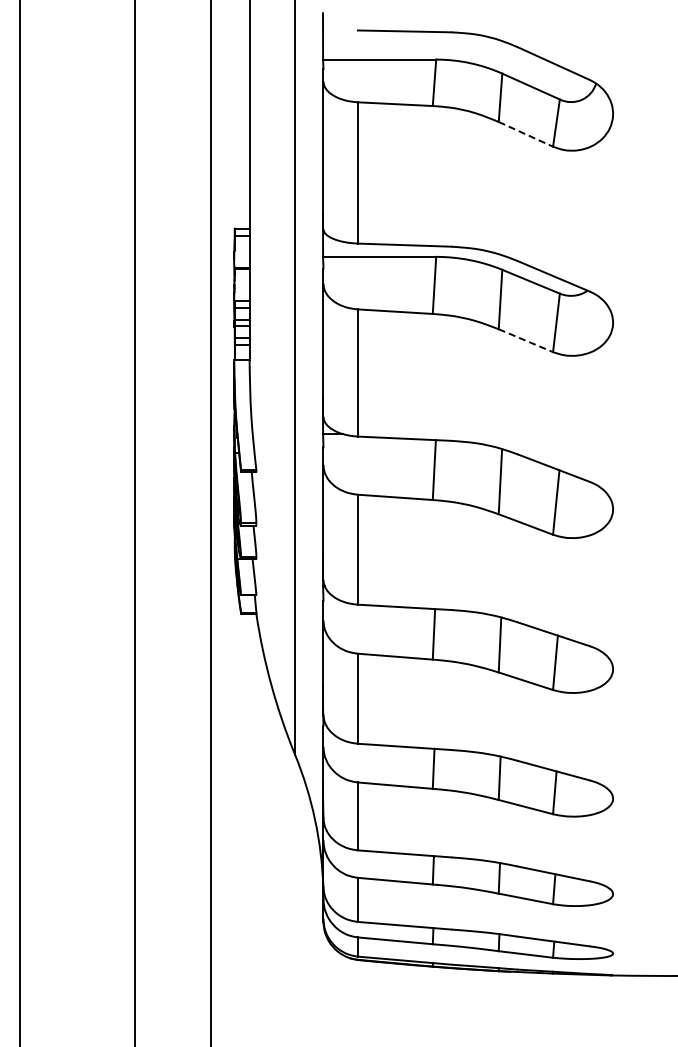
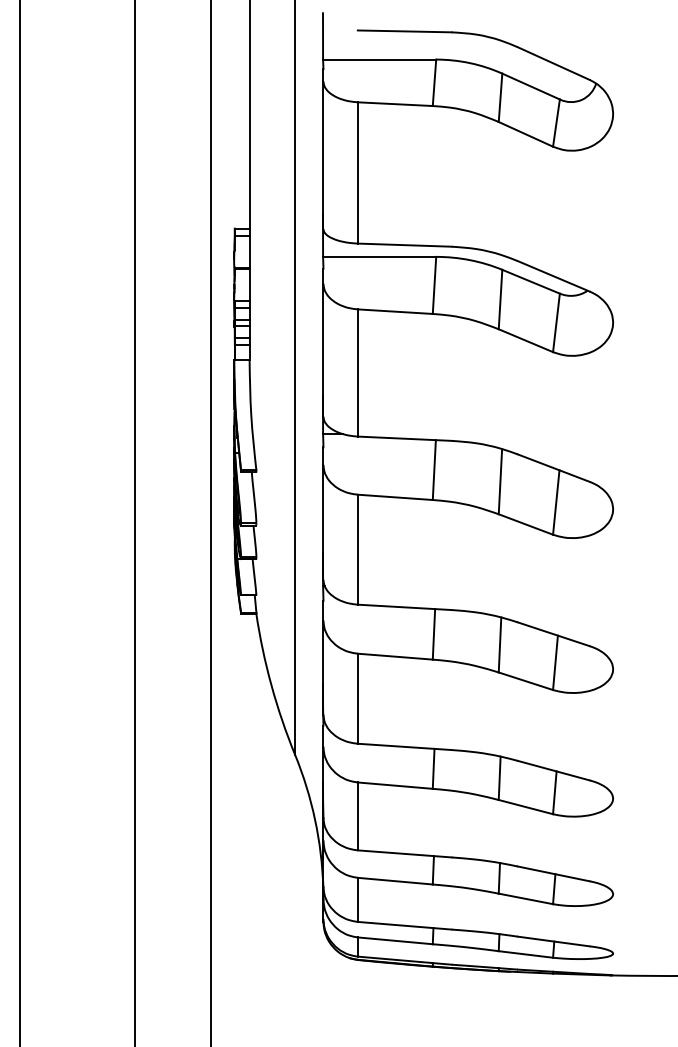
line at (525, 134): dashed -> solid
line at (526, 340): dashed -> solid
